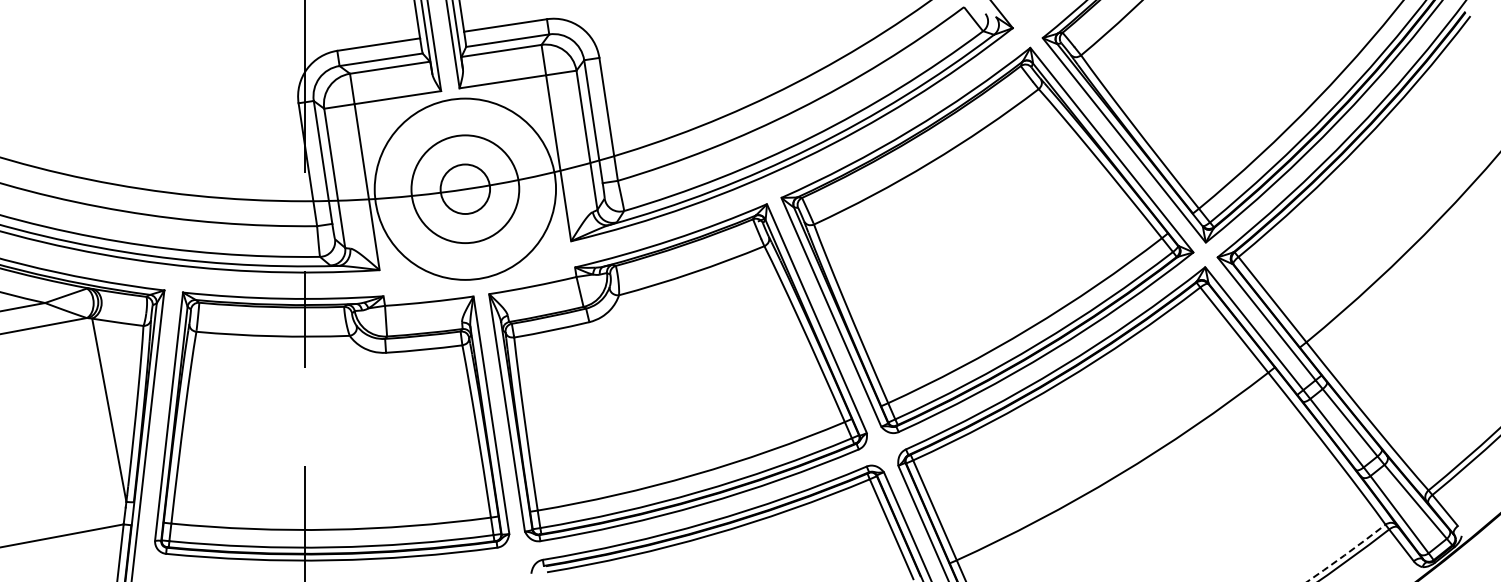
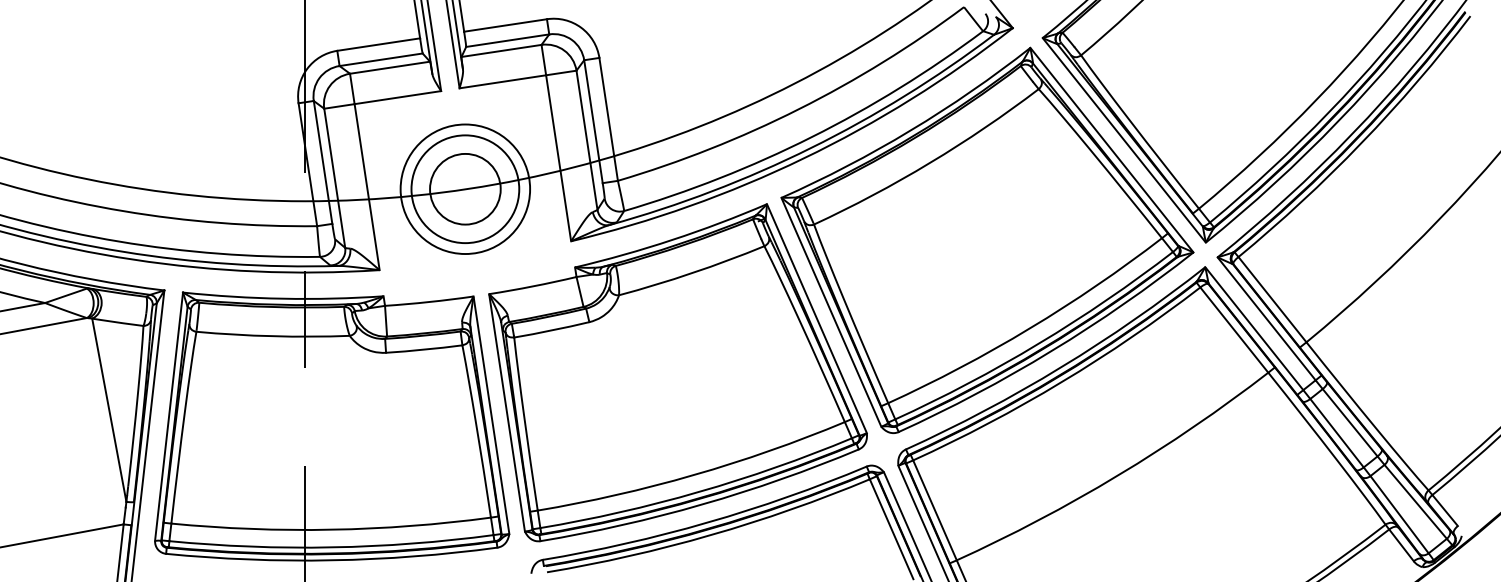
circle at (465, 188) diameter: 181 px -> 129 px
circle at (465, 189) diameter: 49 px -> 71 px
arc at (1346, 554): dashed -> solid
